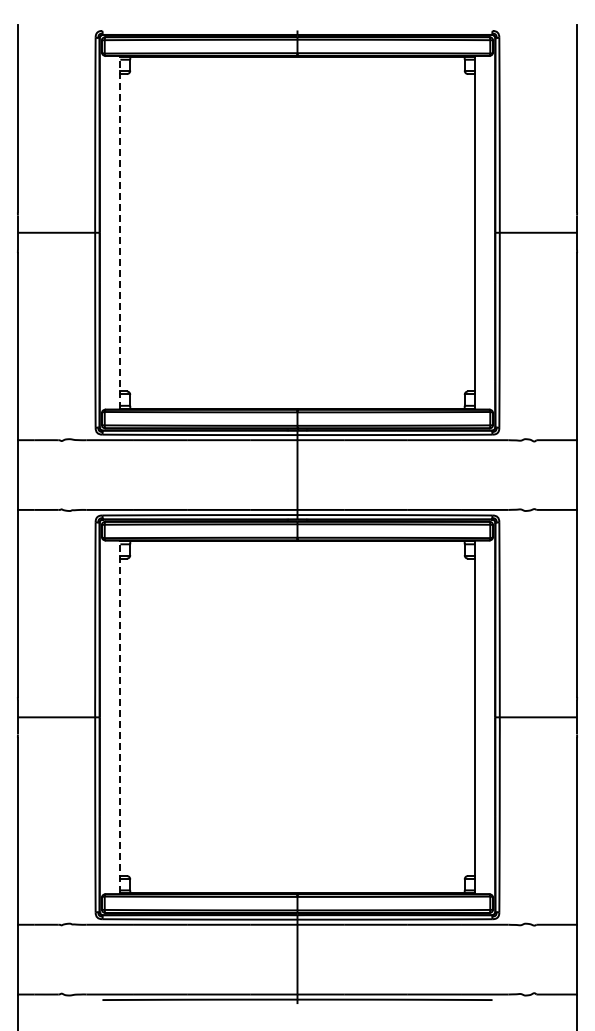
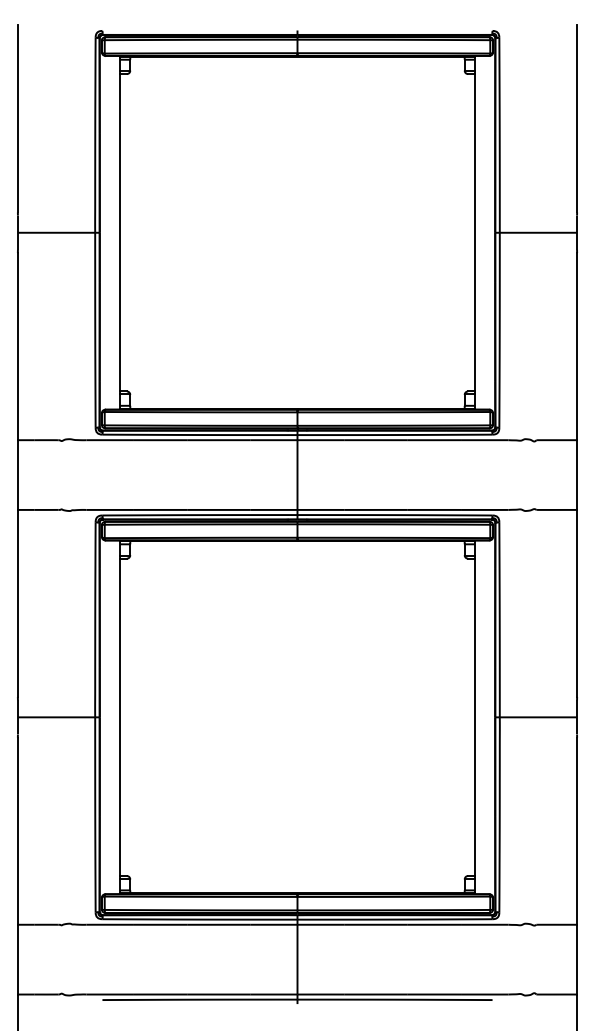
line at (120, 232): dashed -> solid
line at (120, 716): dashed -> solid
